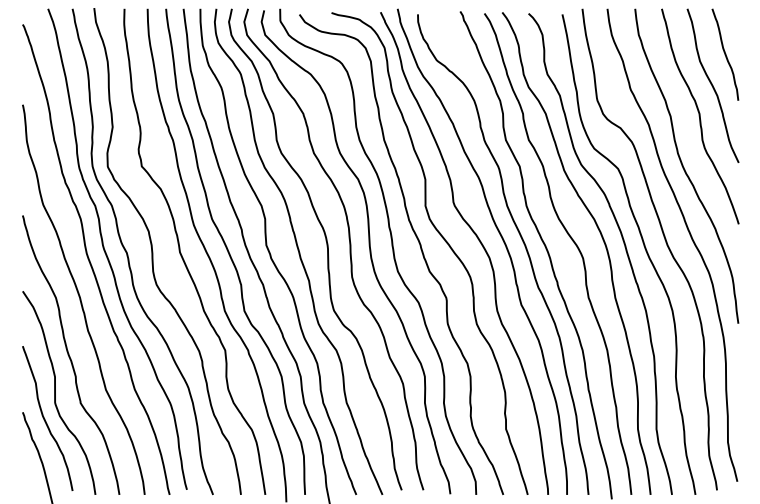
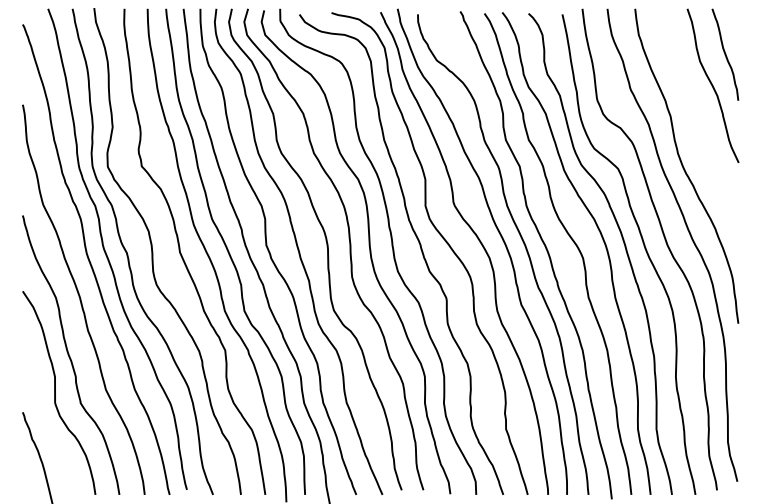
curve at (700, 116): present -> none
curve at (45, 419): present -> none
